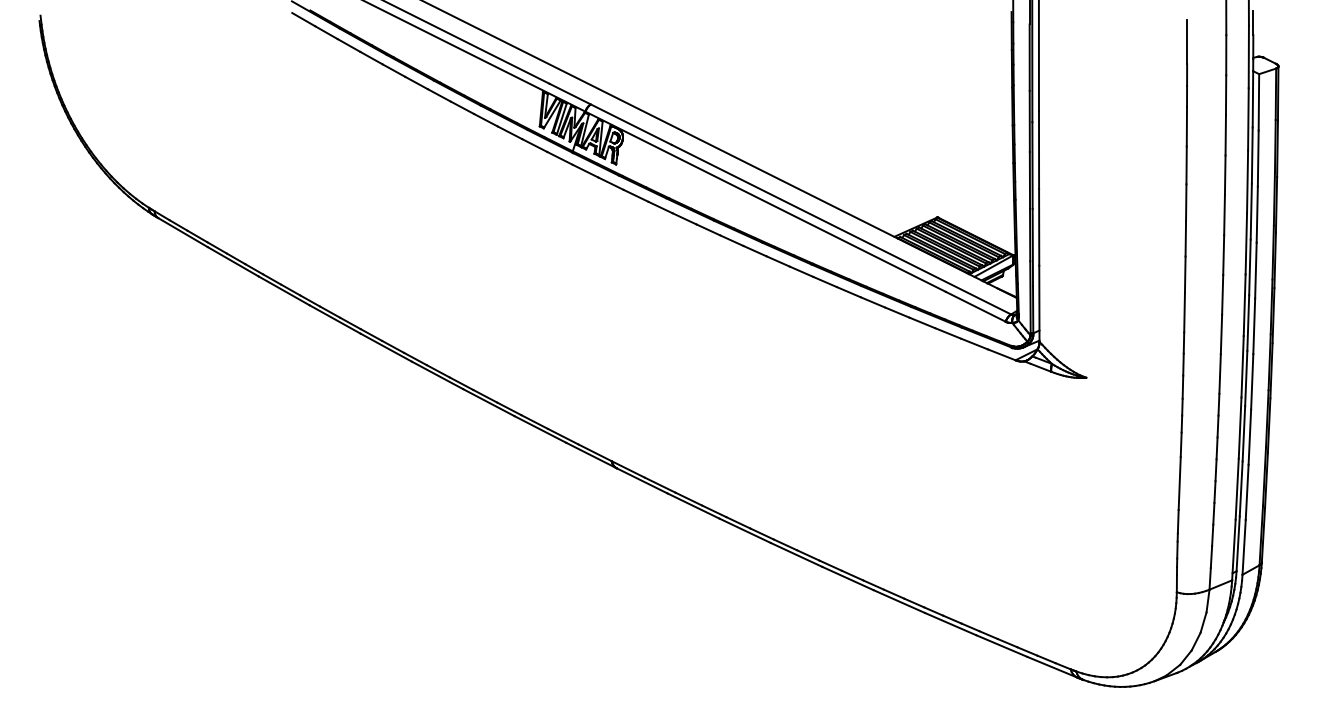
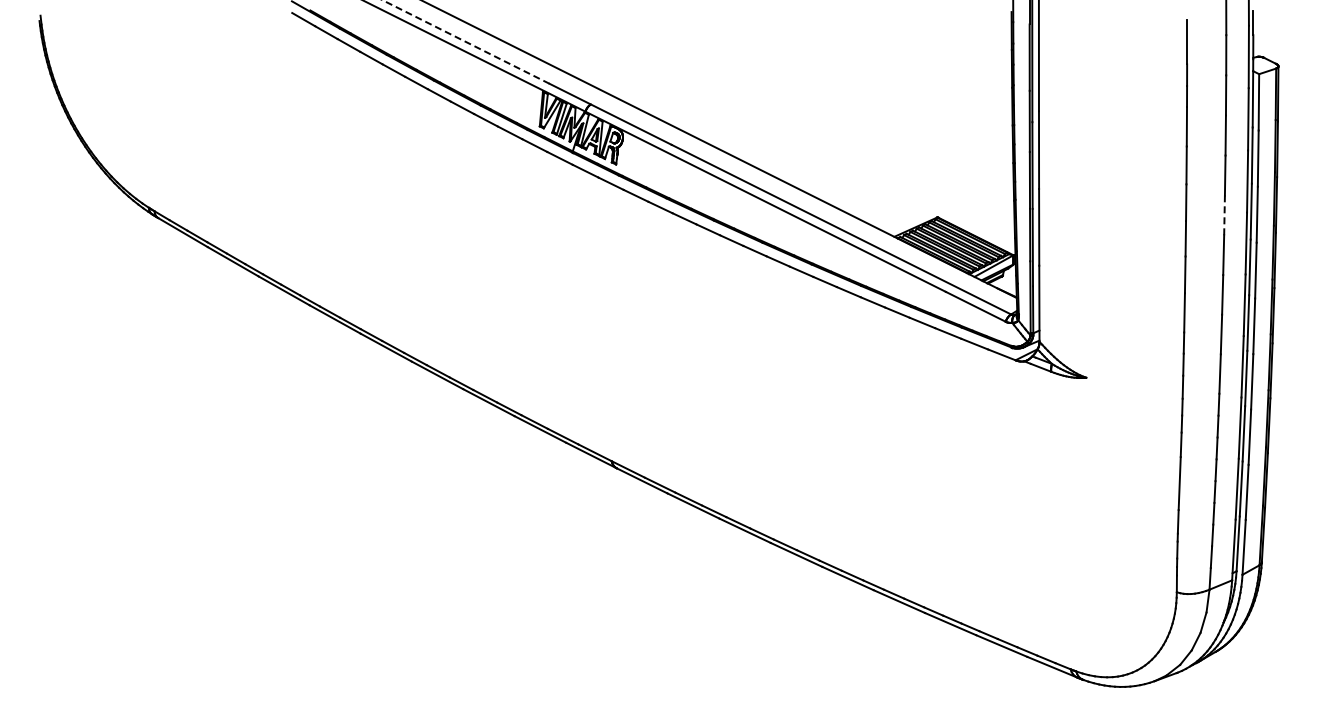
line at (465, 41): solid -> dashed
line at (1224, 215): solid -> dashed
